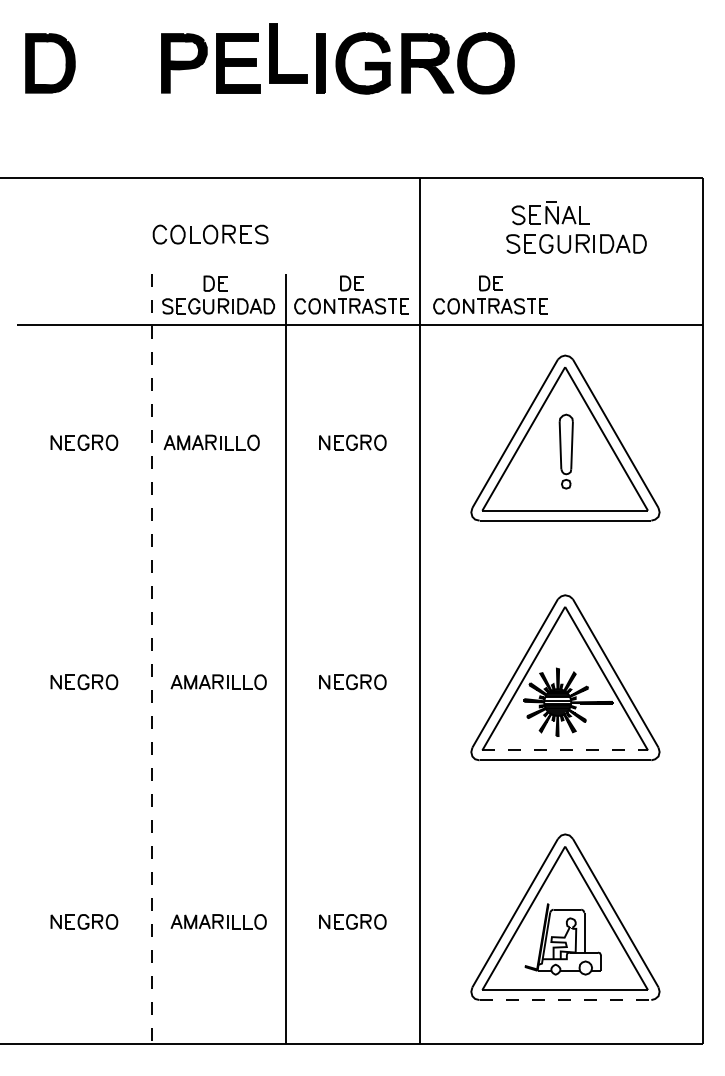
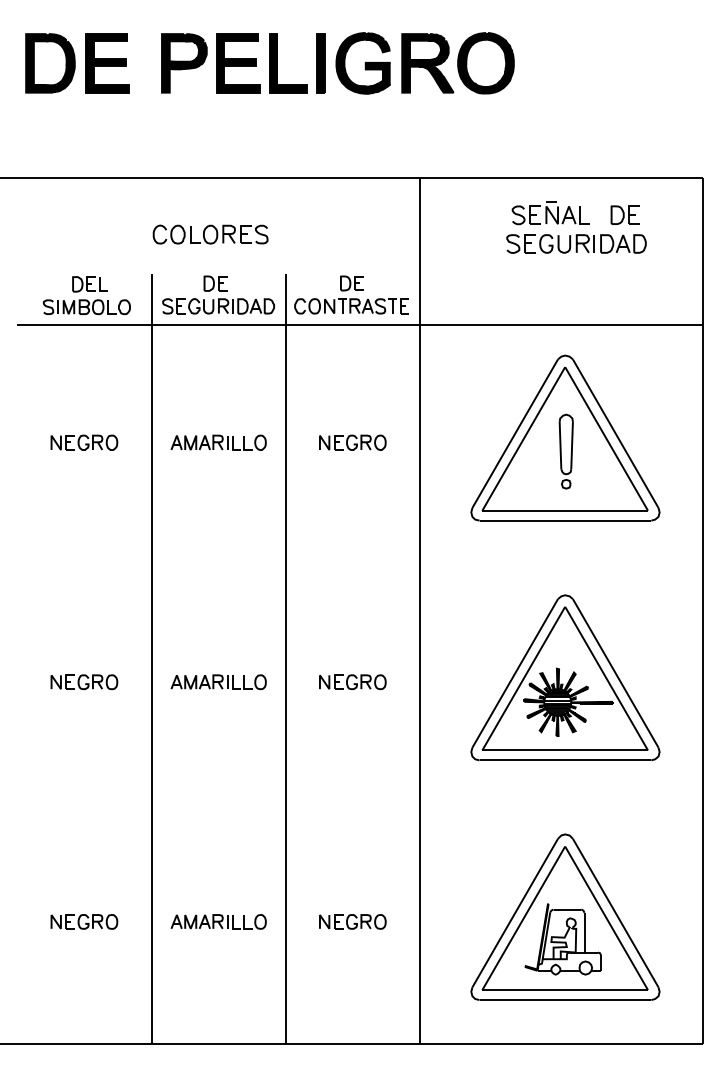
part at (277, 53) position: (277, 53) -> (277, 63)
part at (107, 63): none -> present
part at (624, 214): none -> present
part at (490, 294): present -> none
part at (86, 295): none -> present
part at (211, 442) position: (211, 442) -> (218, 442)
line at (151, 658): dashed -> solid
line at (565, 750): dashed -> solid
line at (565, 1000): dashed -> solid
